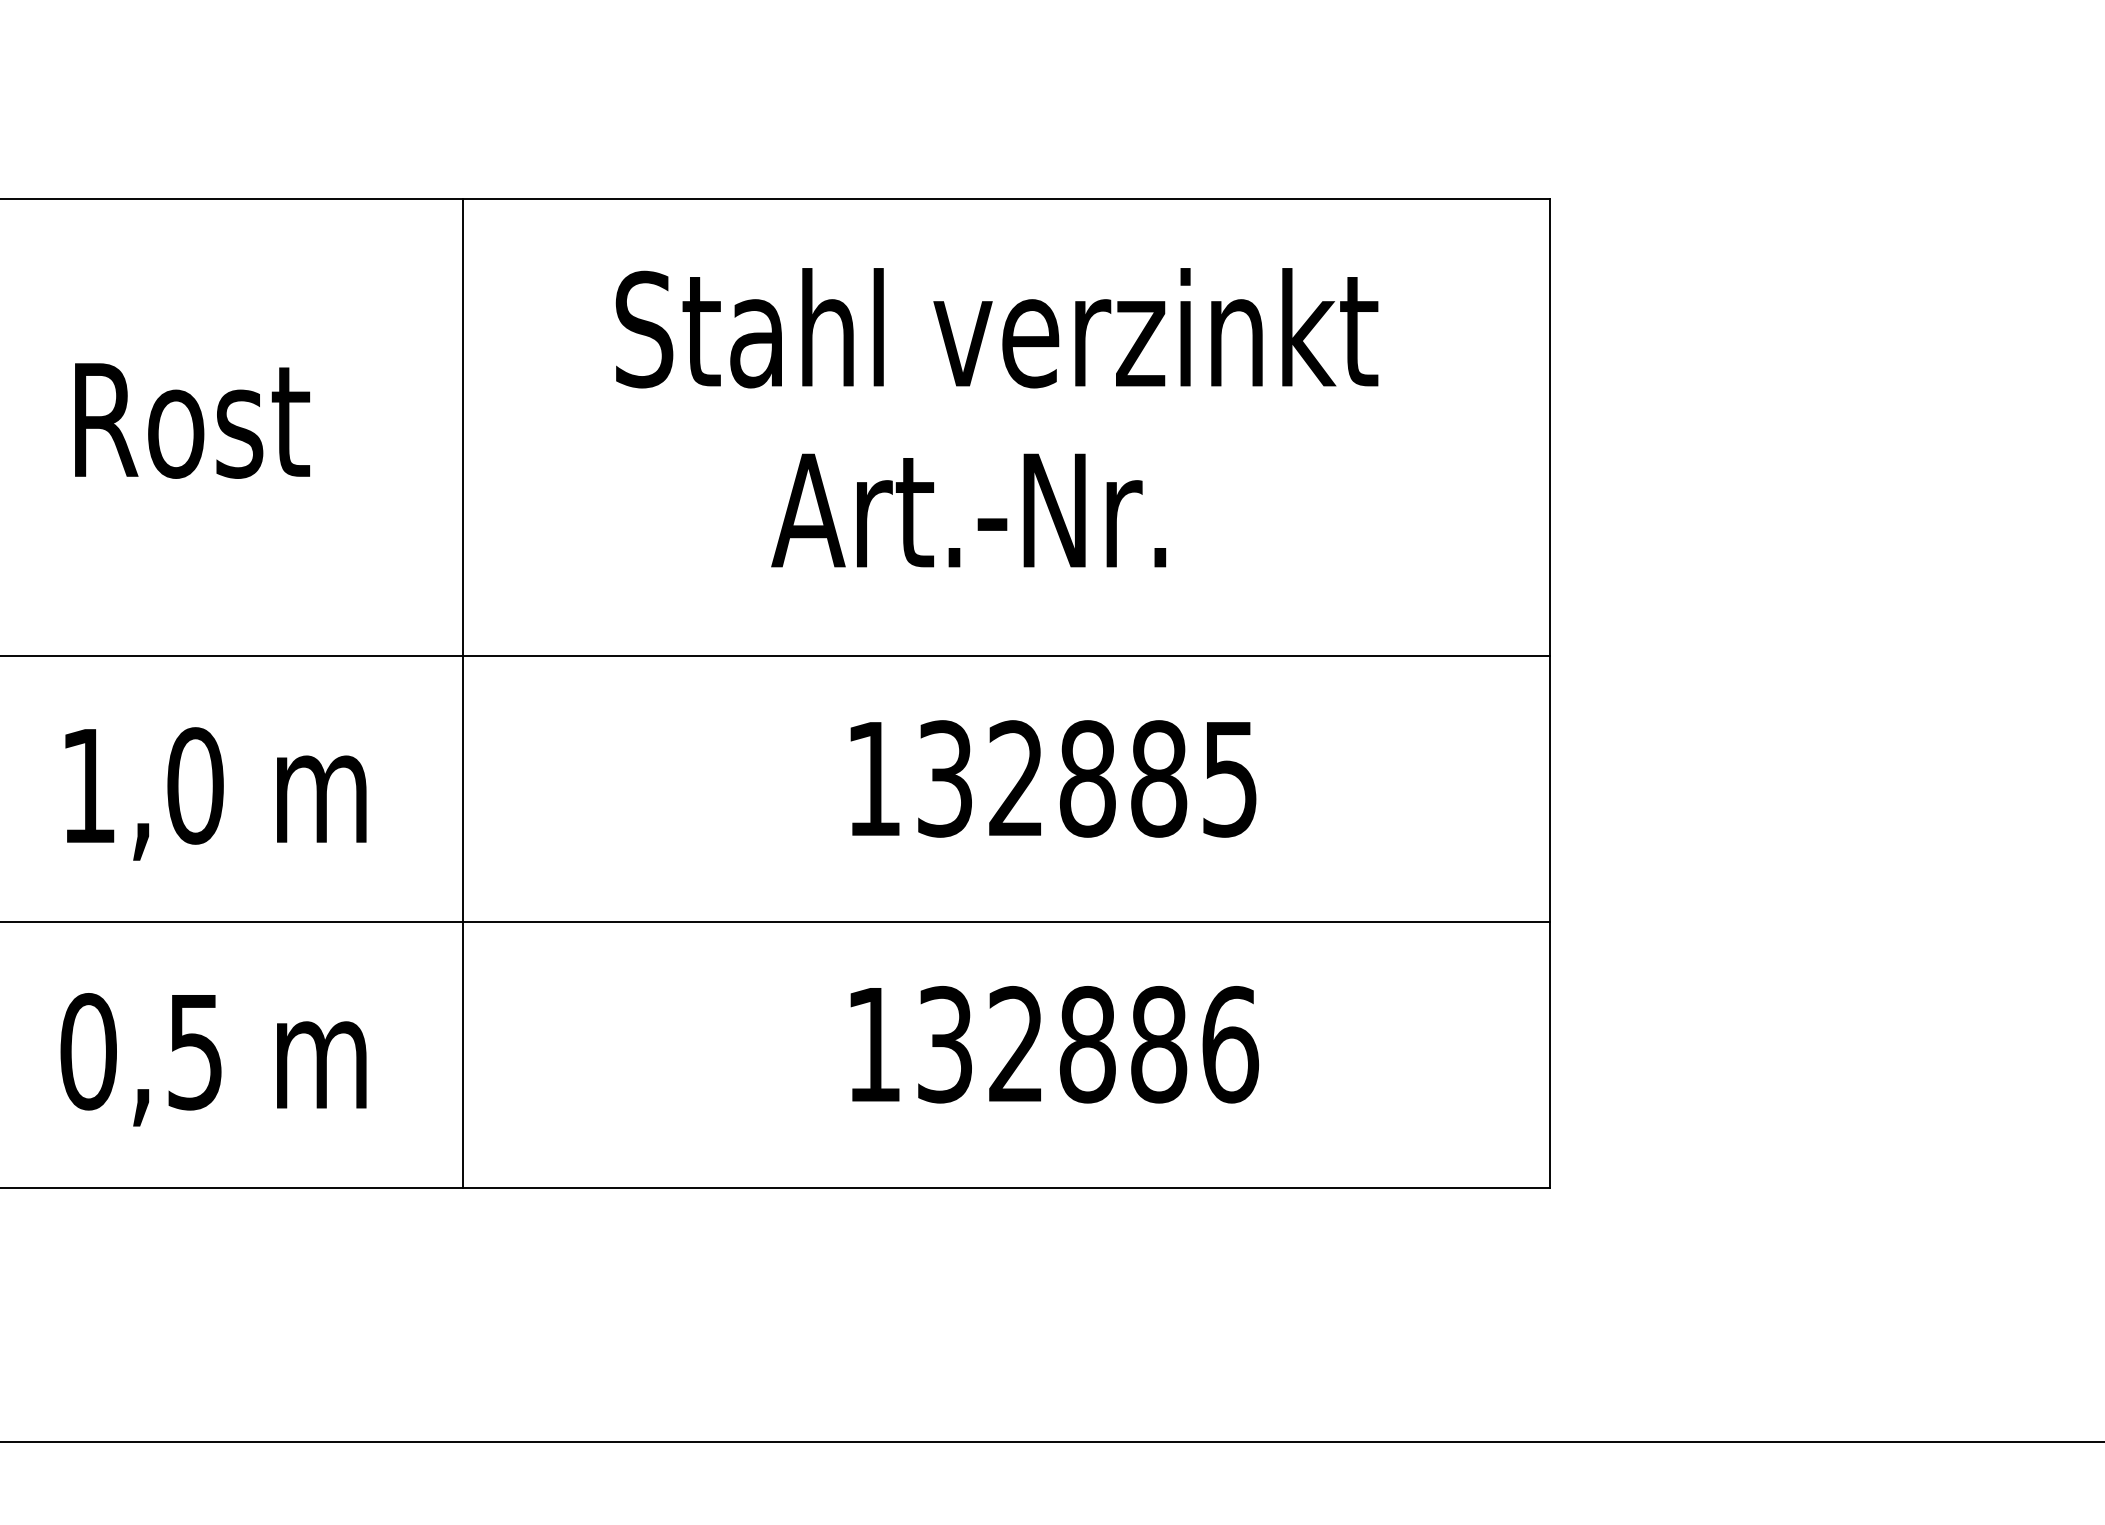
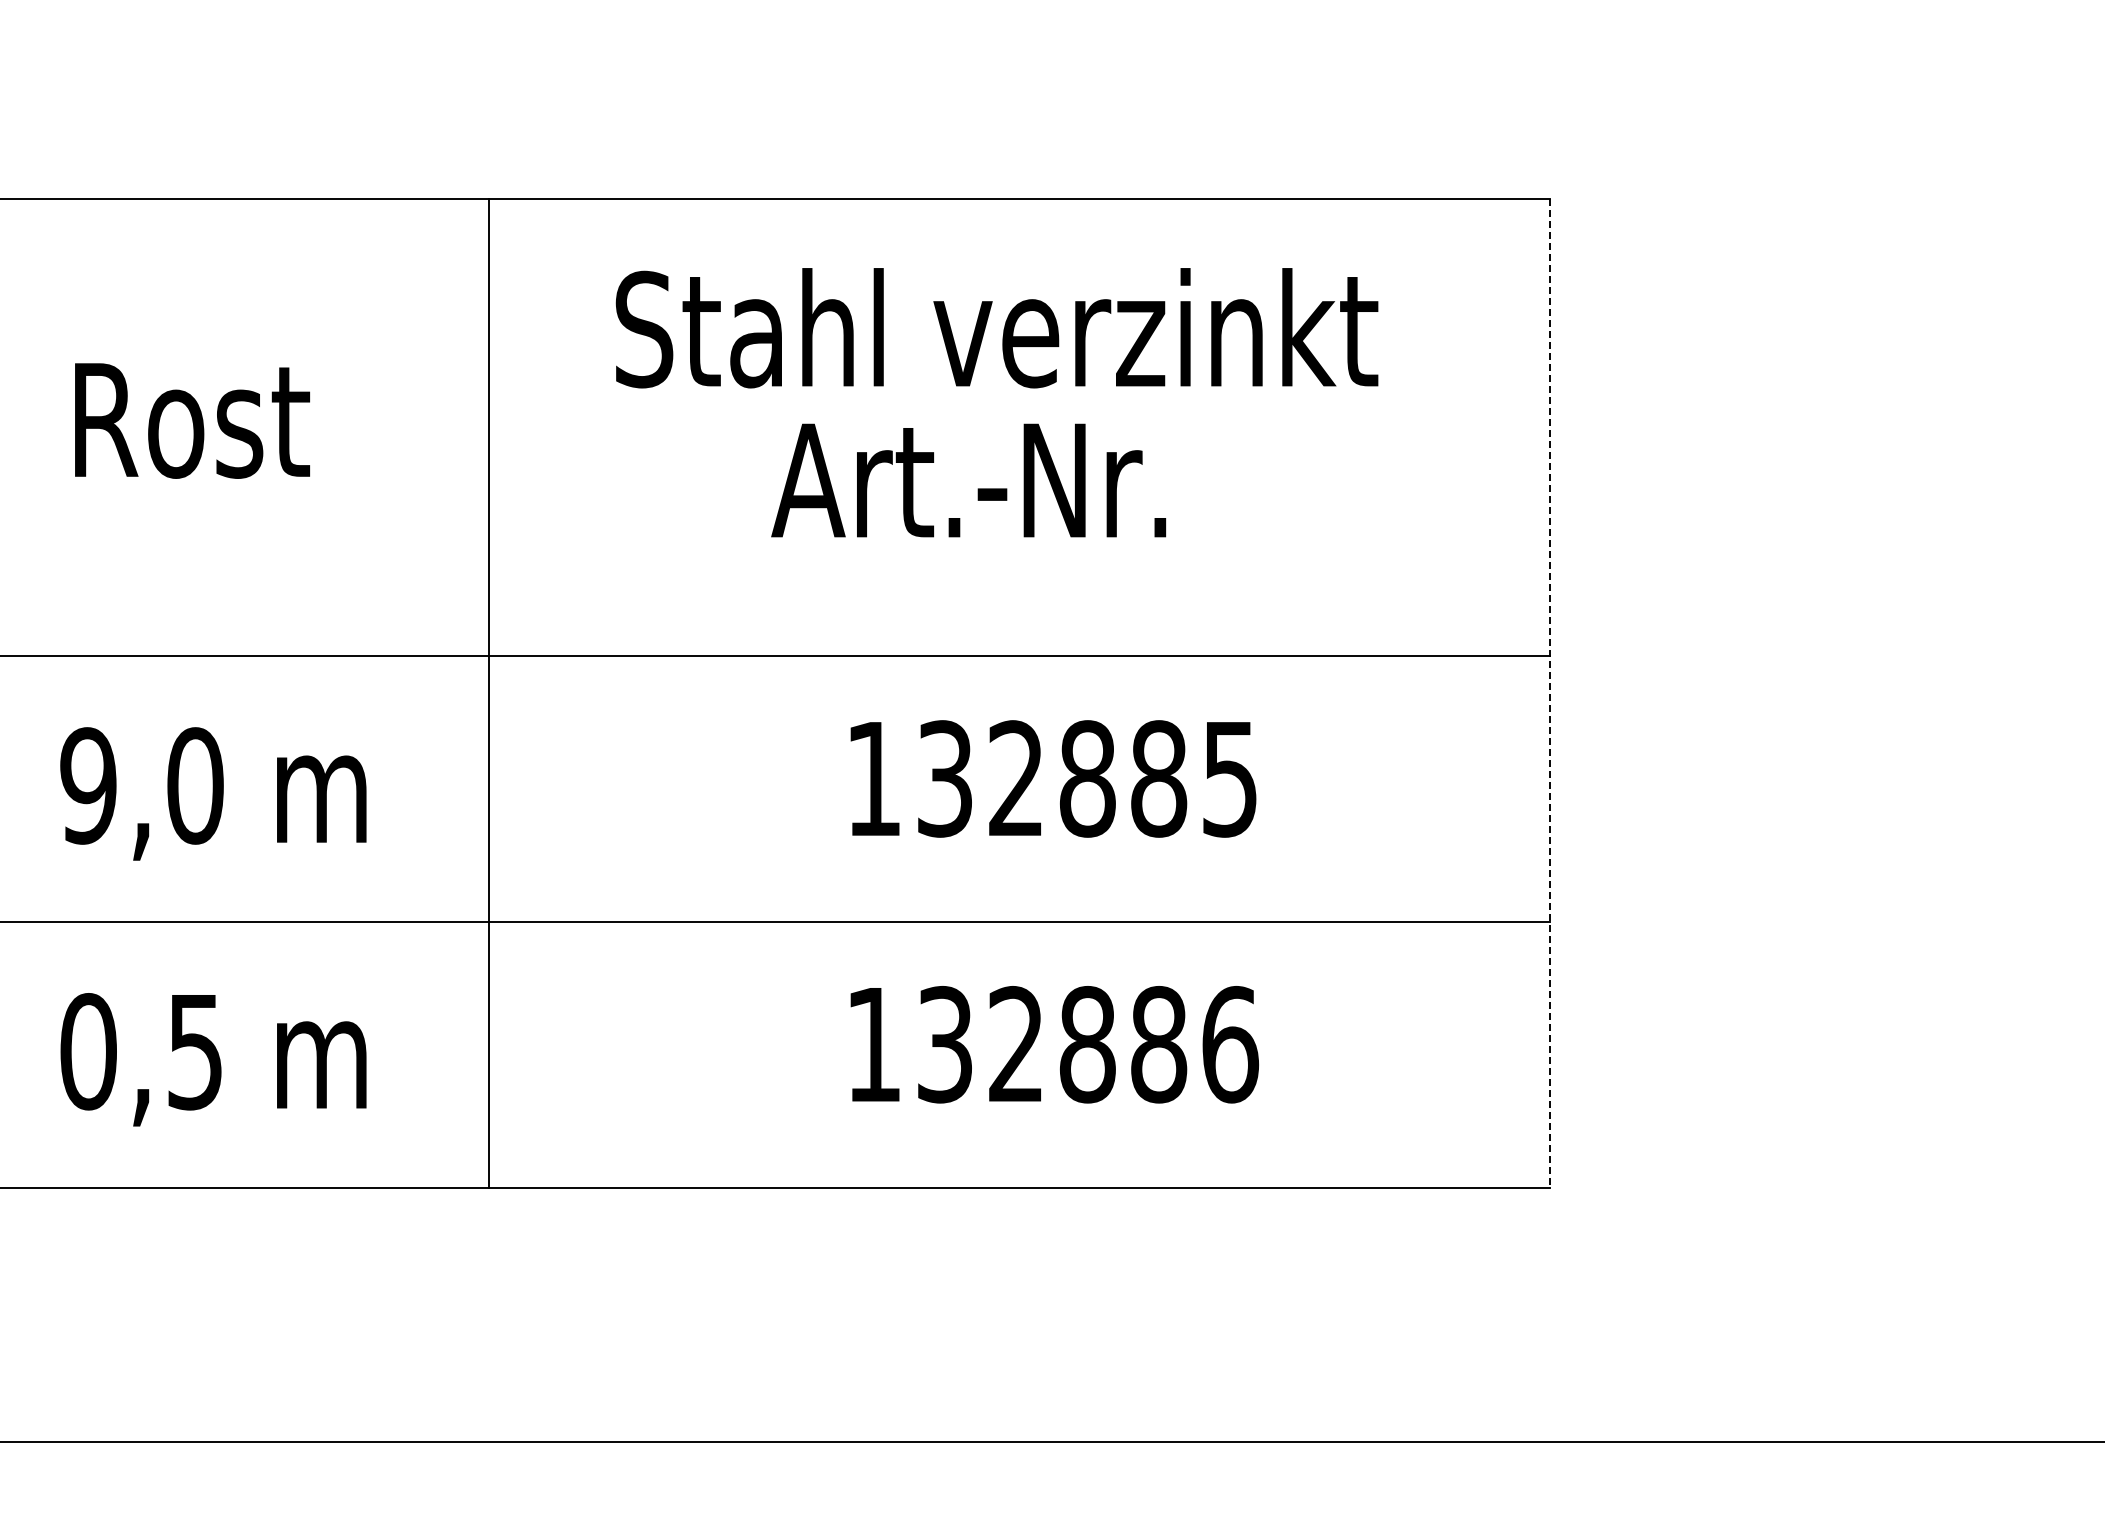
text at (968, 510) position: (968, 510) -> (968, 480)
line at (462, 693) position: (462, 693) -> (488, 693)
line at (1549, 693): solid -> dashed
text at (88, 785): 1,0 -> 9,0
